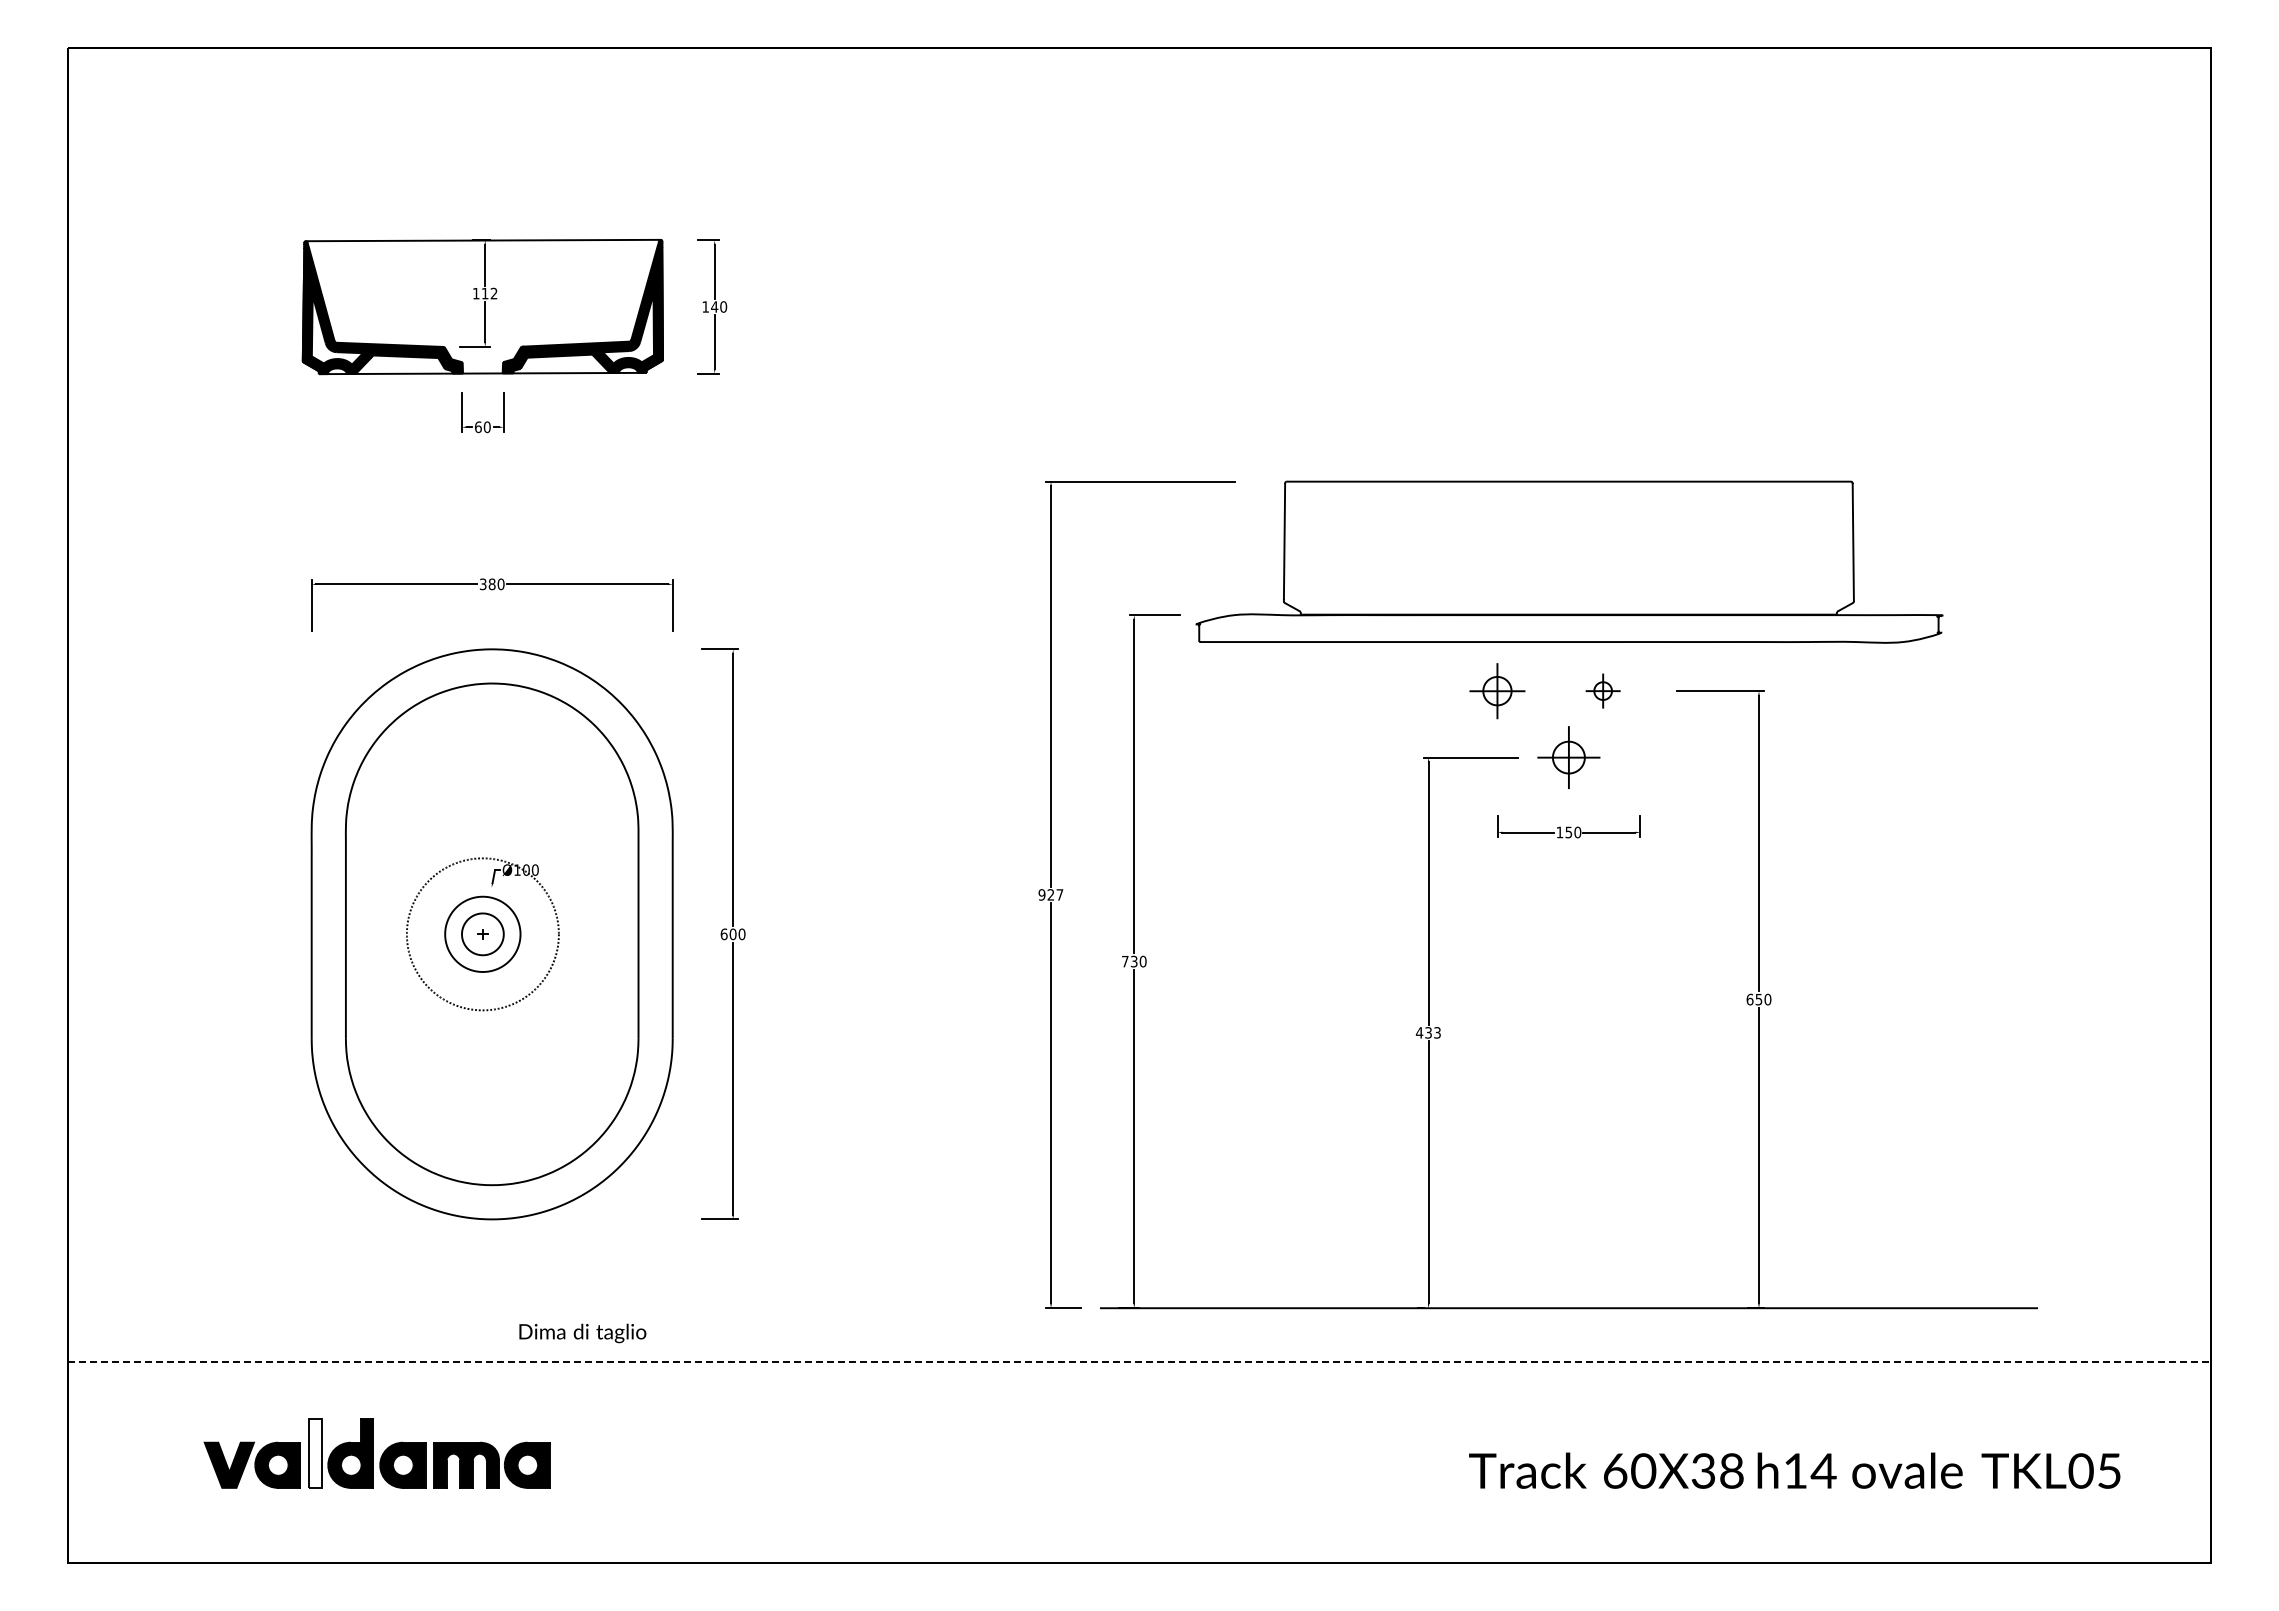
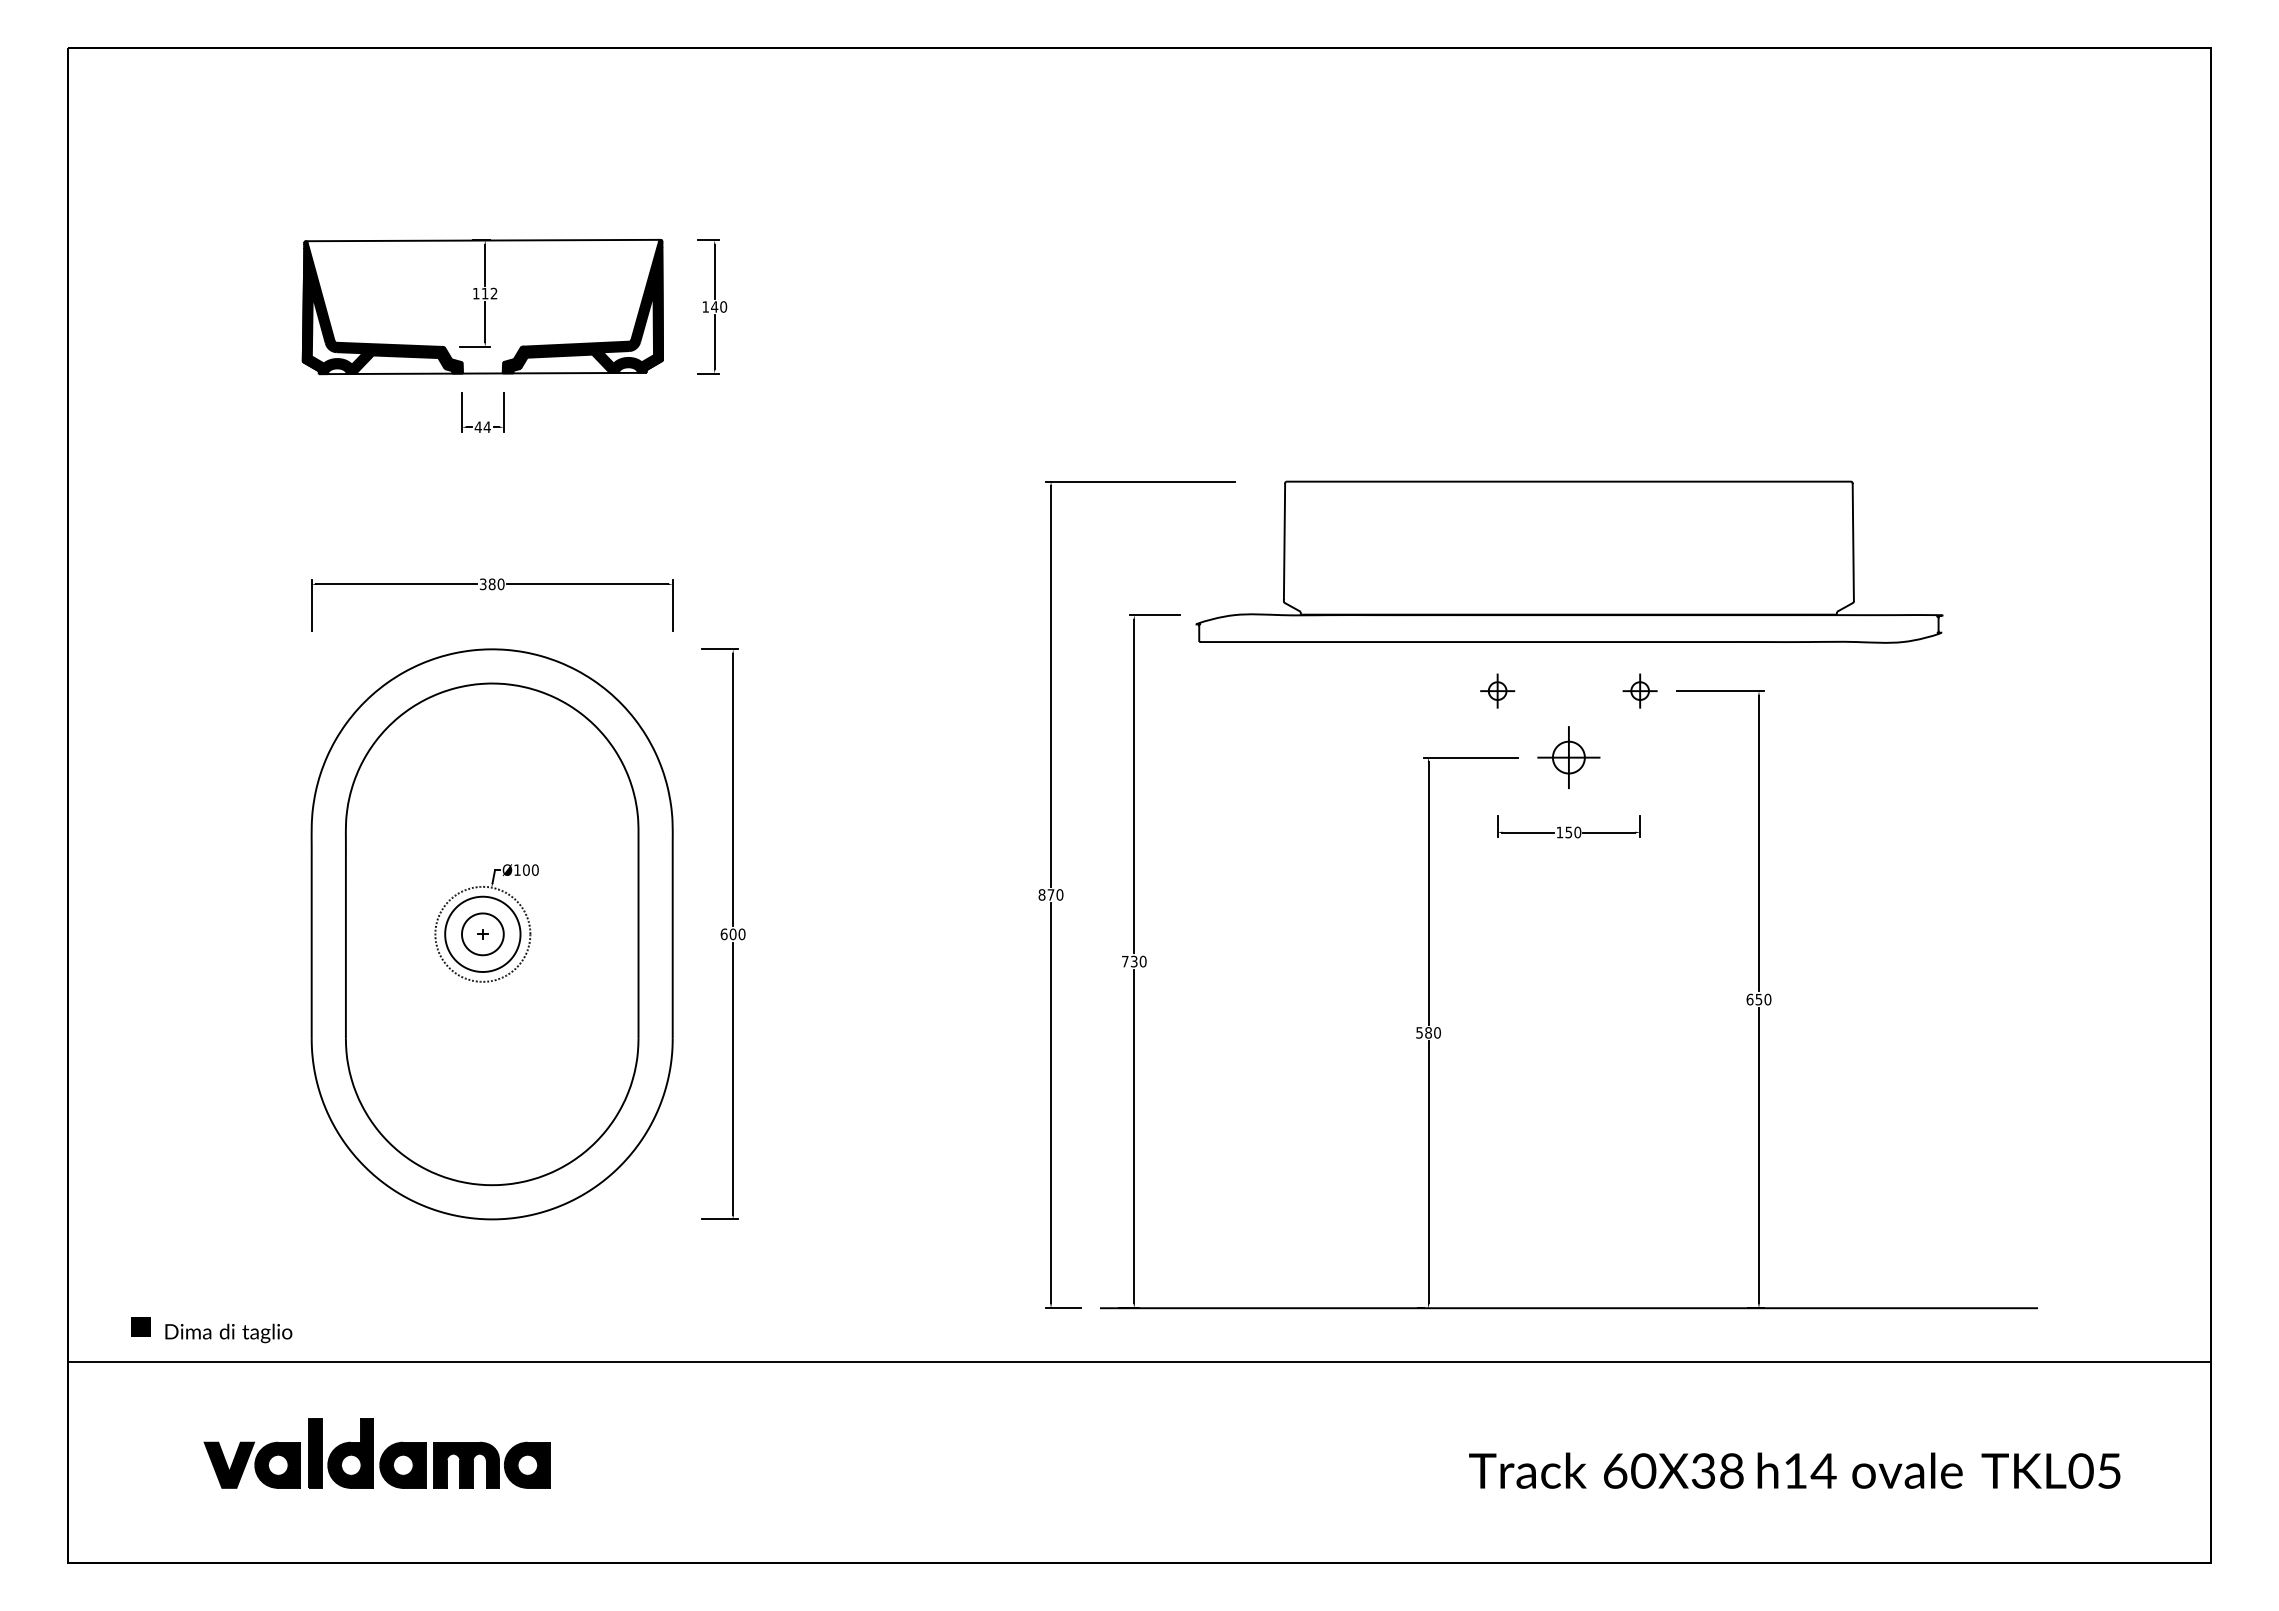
text at (482, 427): 60 -> 44
part at (1602, 690) position: (1602, 690) -> (1639, 690)
part at (1497, 691) size: 57x57 px -> 36x36 px
text at (1050, 894): 927 -> 870
circle at (482, 934) diameter: 152 px -> 95 px
text at (1427, 1032): 433 -> 580
fill at (140, 1326): none -> present
text at (582, 1333) position: (582, 1333) -> (228, 1333)
line at (1139, 1361): dashed -> solid
fill at (315, 1453): none -> present
